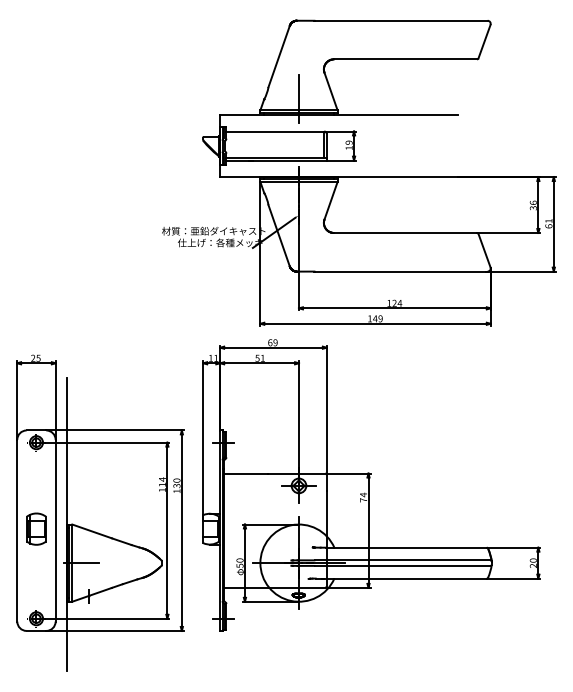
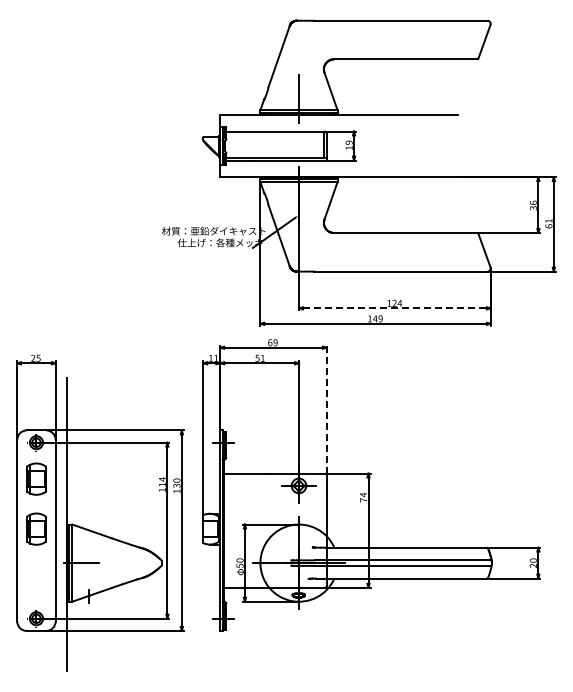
line at (394, 308): solid -> dashed
line at (326, 409): solid -> dashed
part at (36, 478): none -> present
